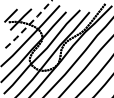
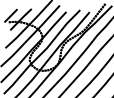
line at (29, 24): dashed -> solid
